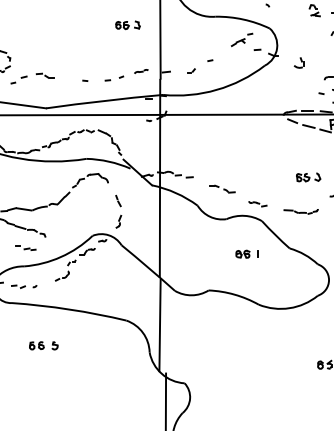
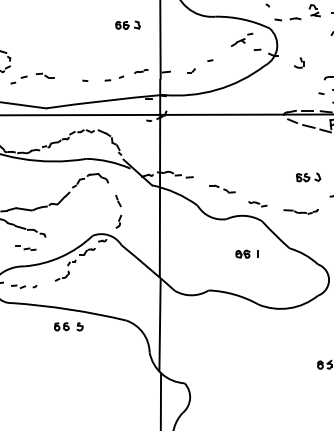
part at (287, 19): none -> present
part at (43, 345) position: (43, 345) -> (68, 326)
line at (165, 400) position: (165, 400) -> (160, 400)
